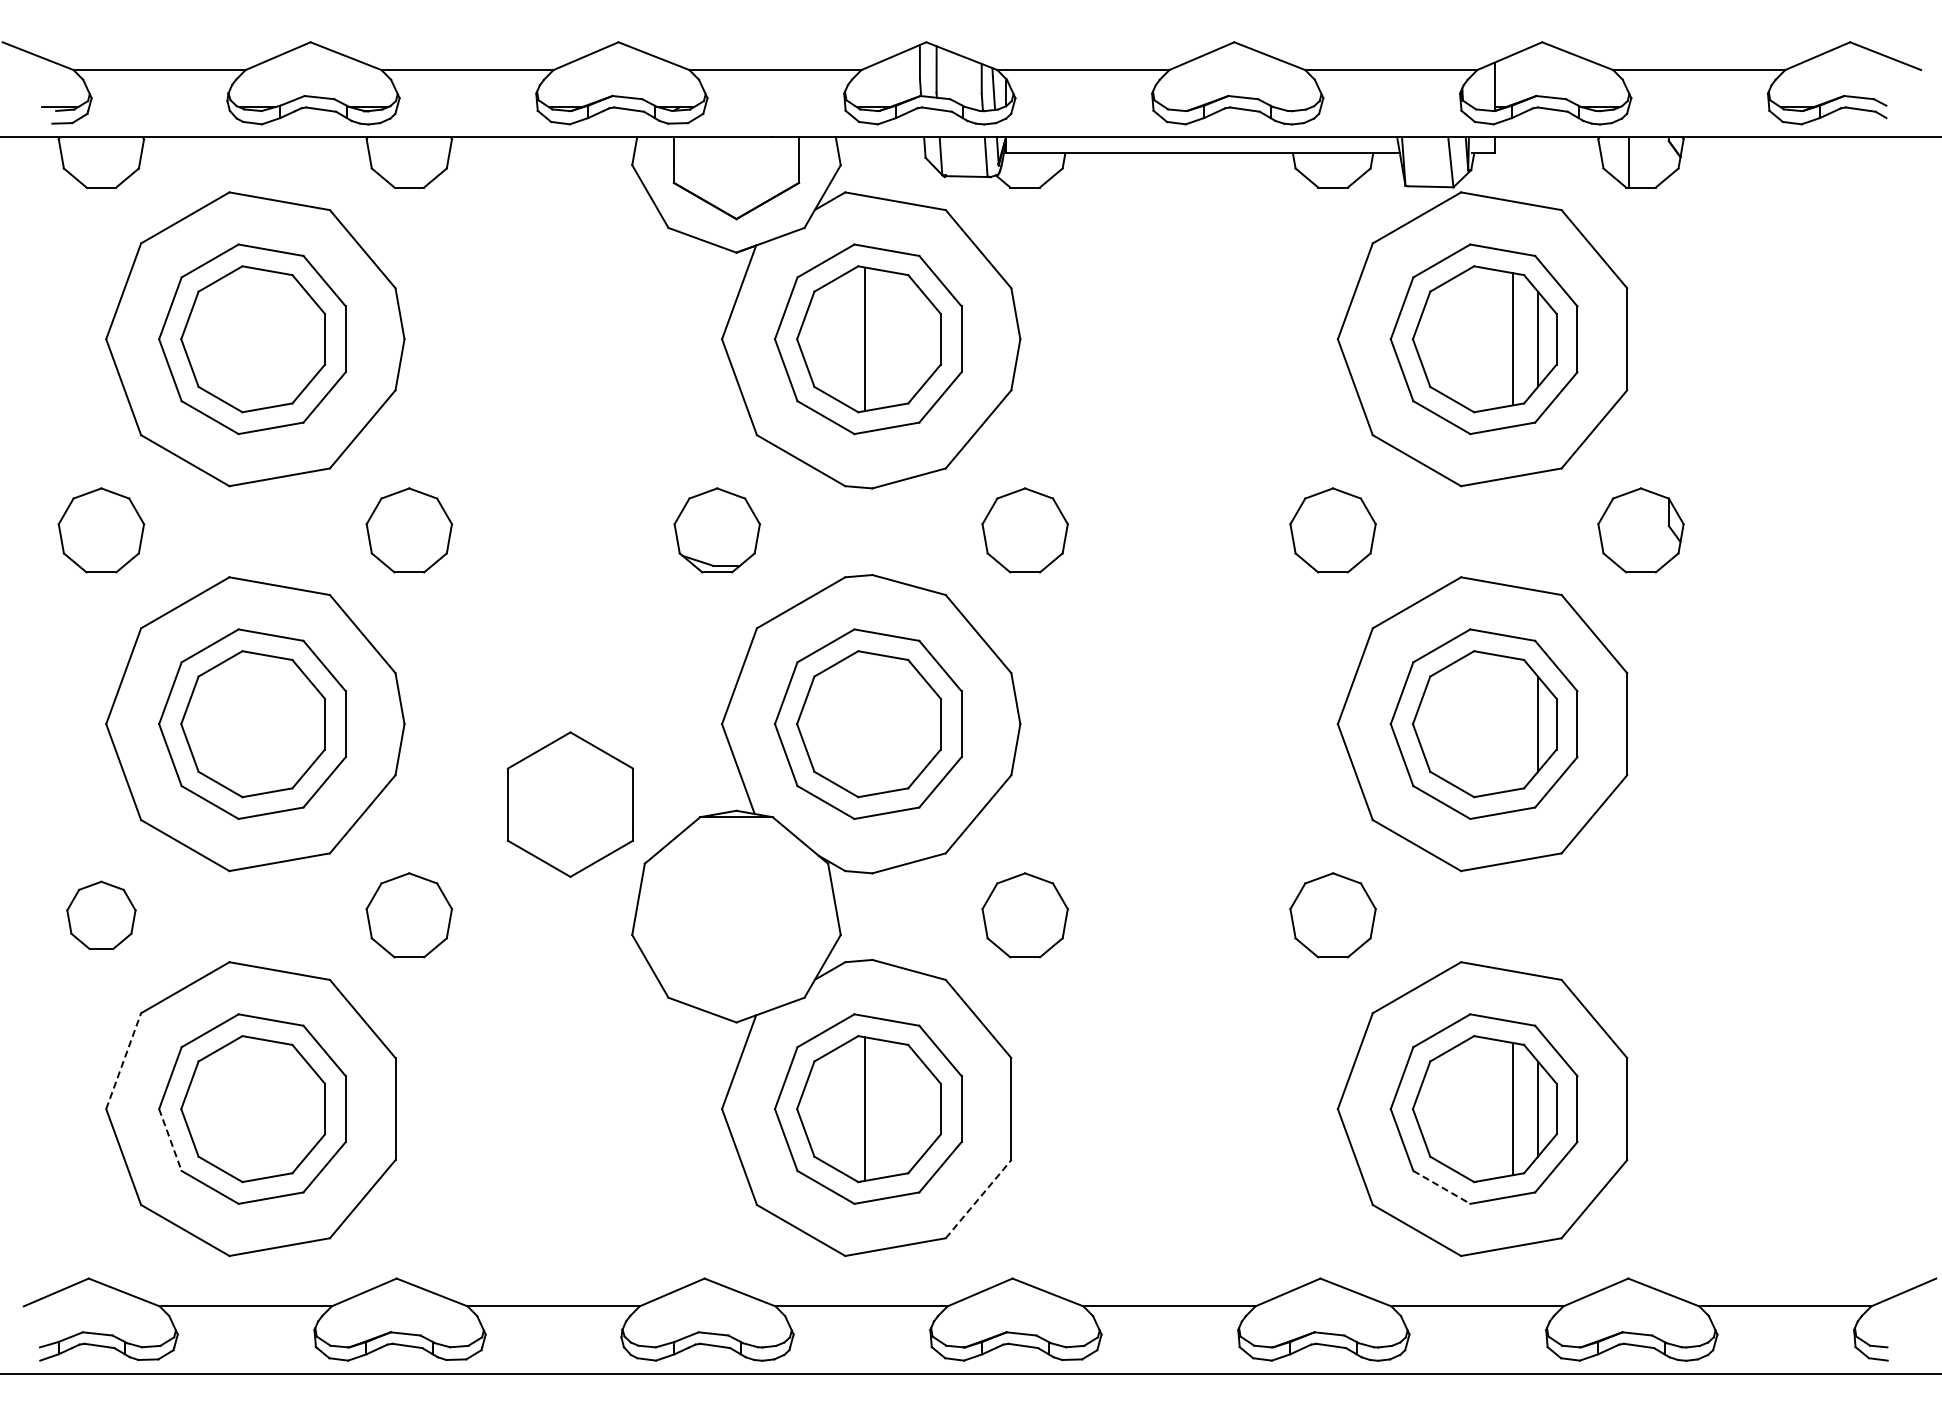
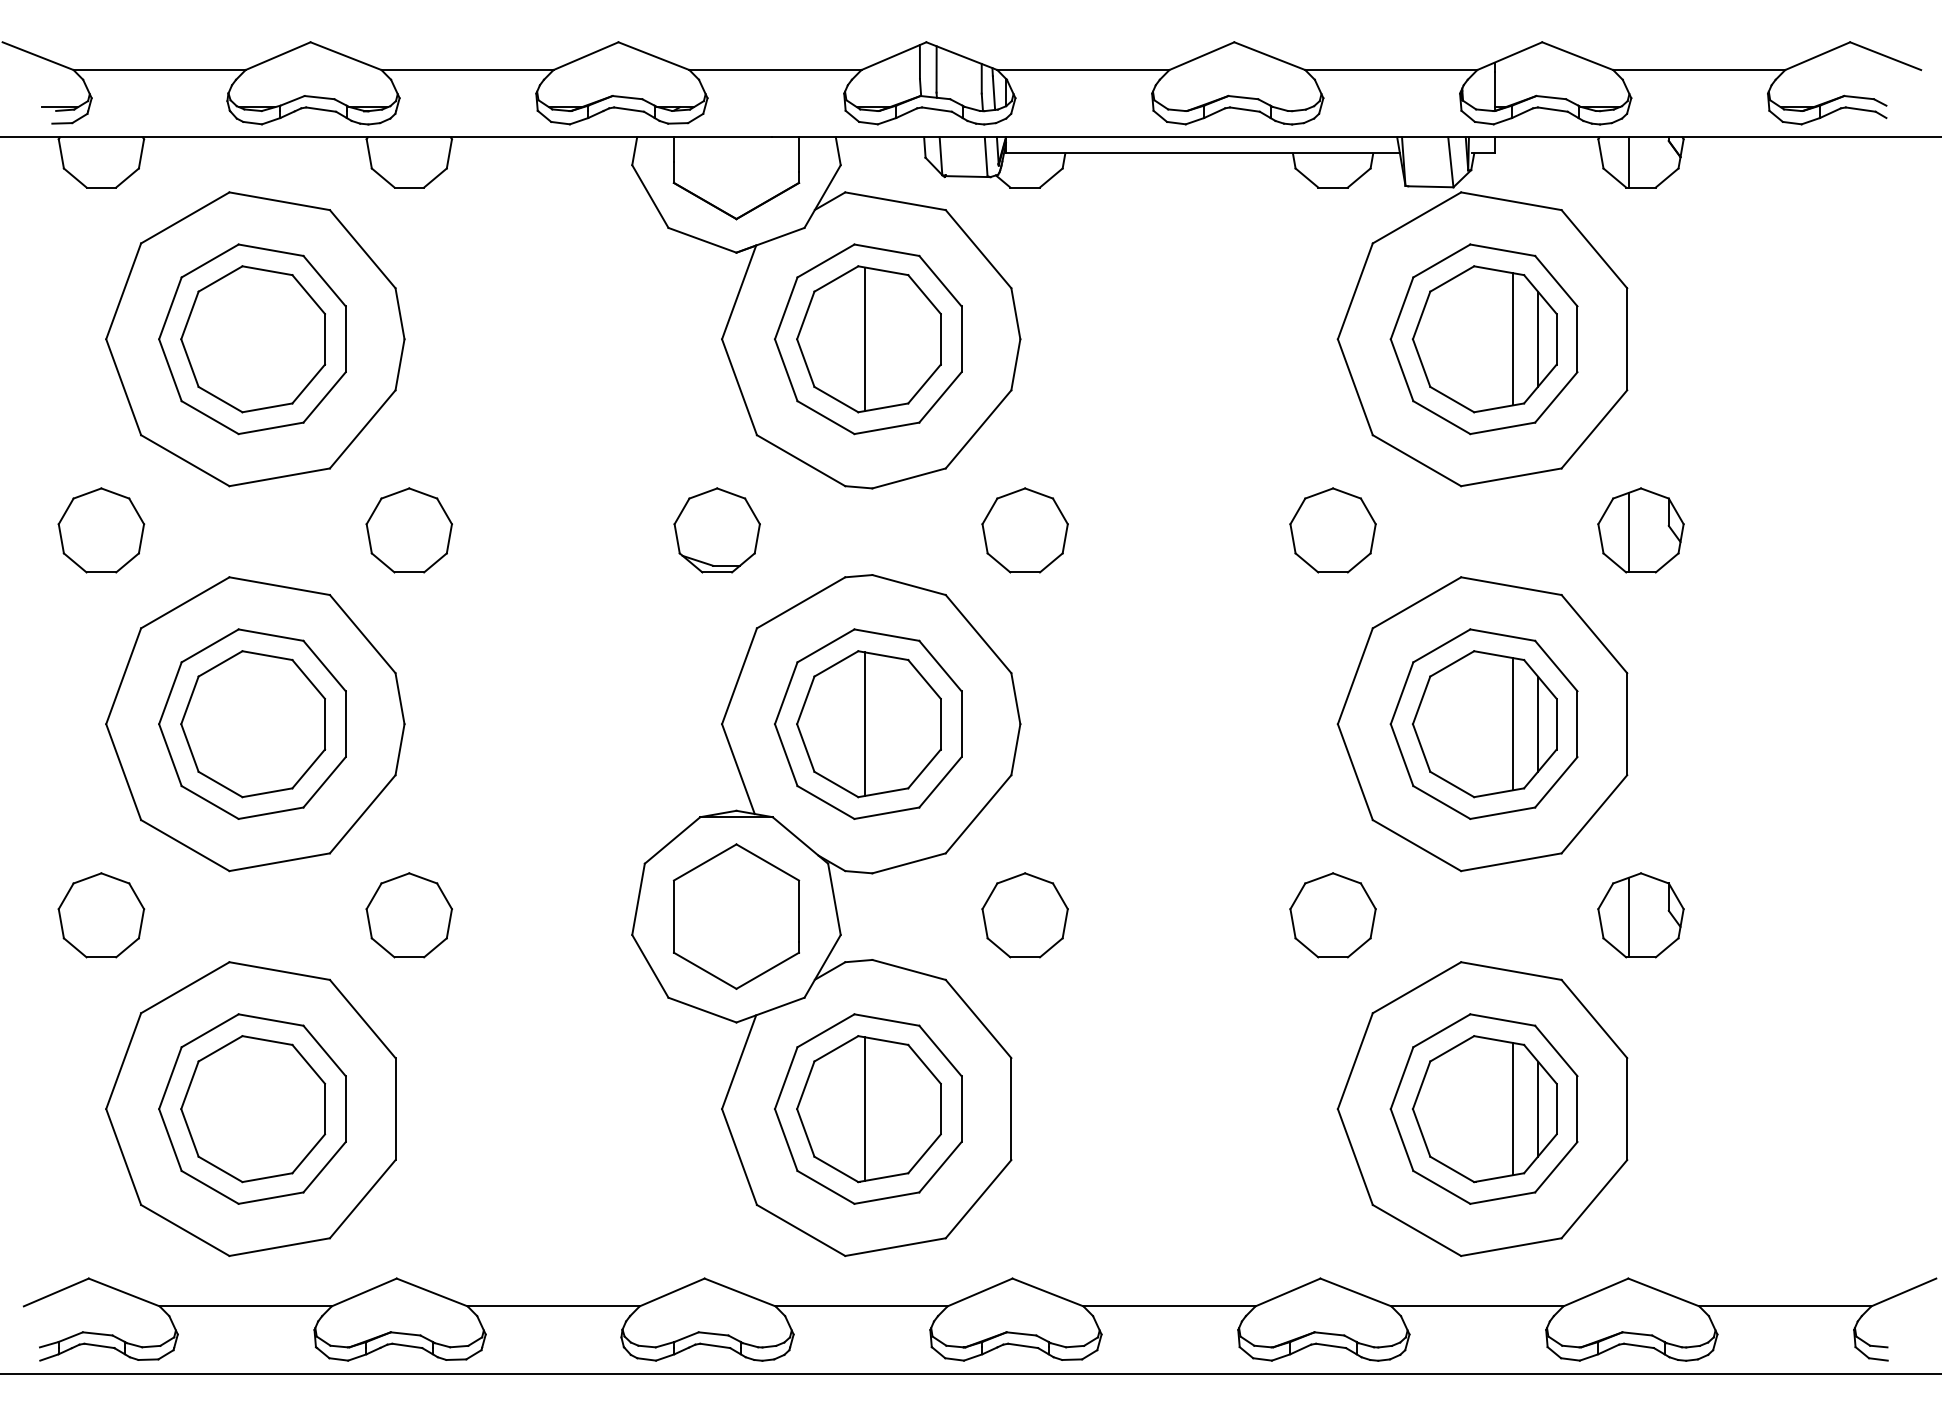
line at (1629, 532): none -> present
line at (865, 723): none -> present
line at (1512, 724): none -> present
part at (570, 804) position: (570, 804) -> (736, 916)
part at (101, 914) size: 71x70 px -> 89x87 px
part at (1640, 915): none -> present
line at (123, 1060): dashed -> solid
line at (170, 1140): dashed -> solid
line at (1441, 1187): dashed -> solid
line at (978, 1198): dashed -> solid
